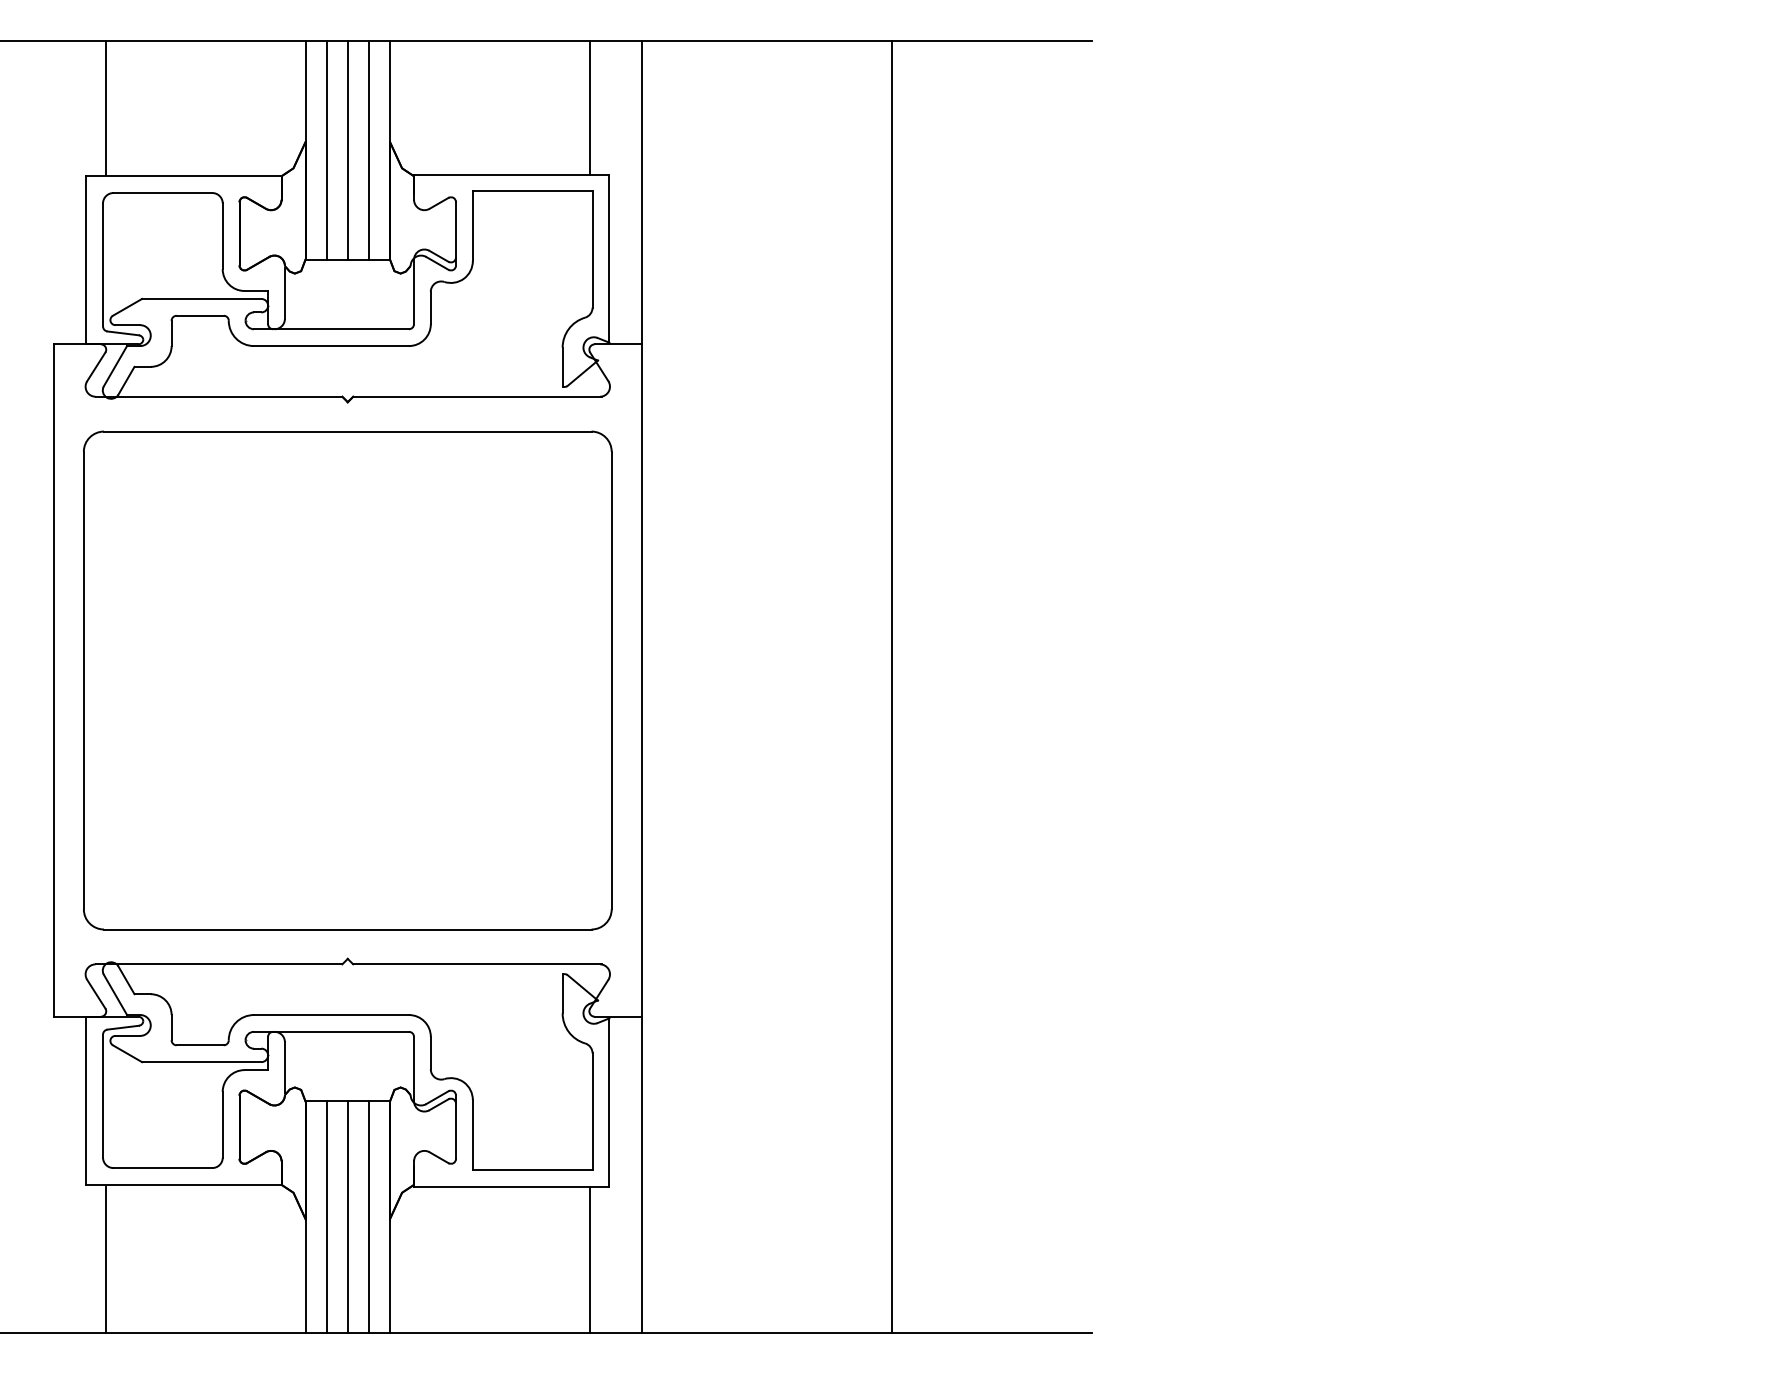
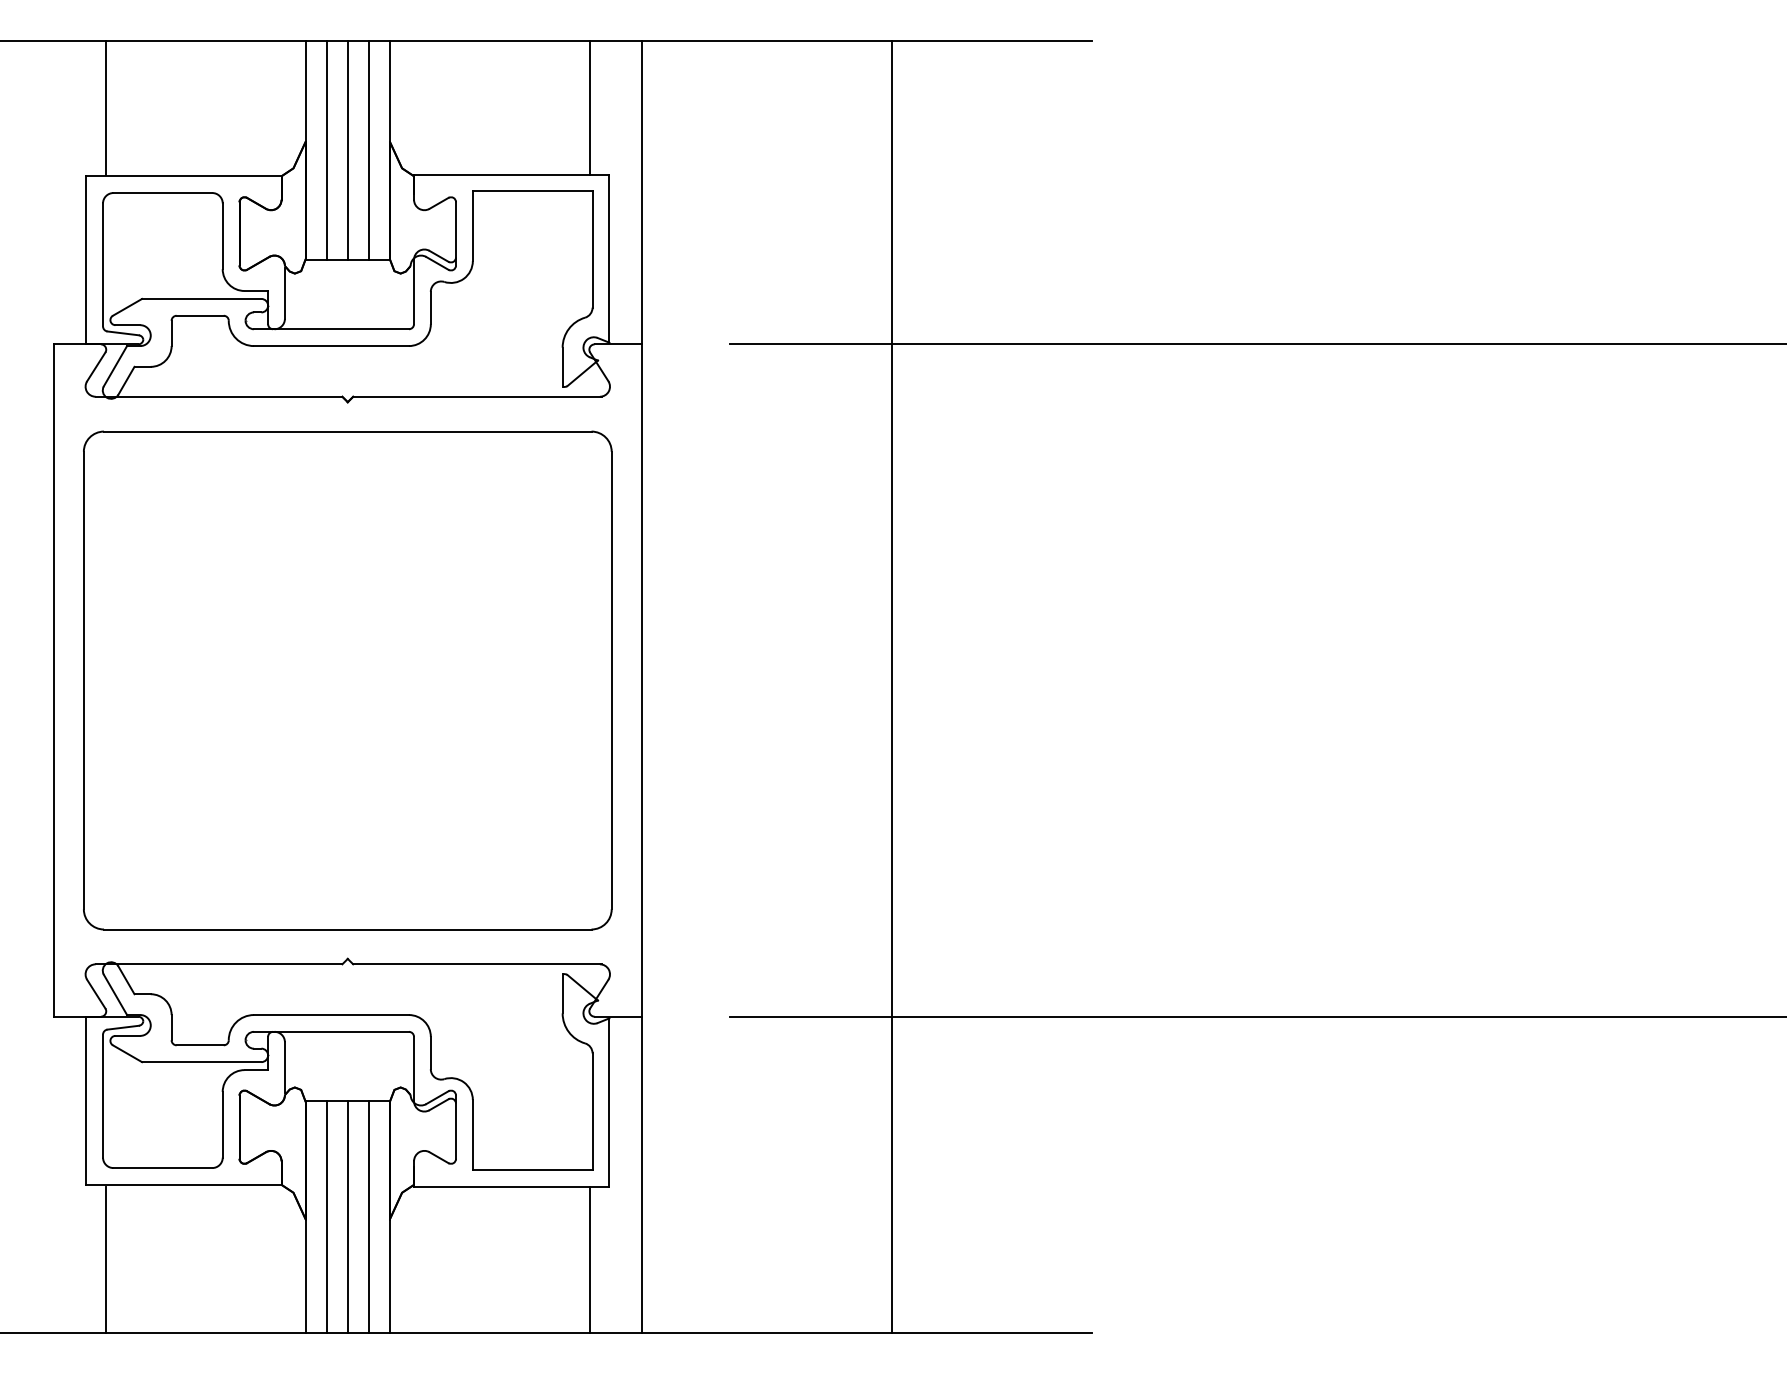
line at (1256, 344): none -> present
line at (1256, 1016): none -> present
